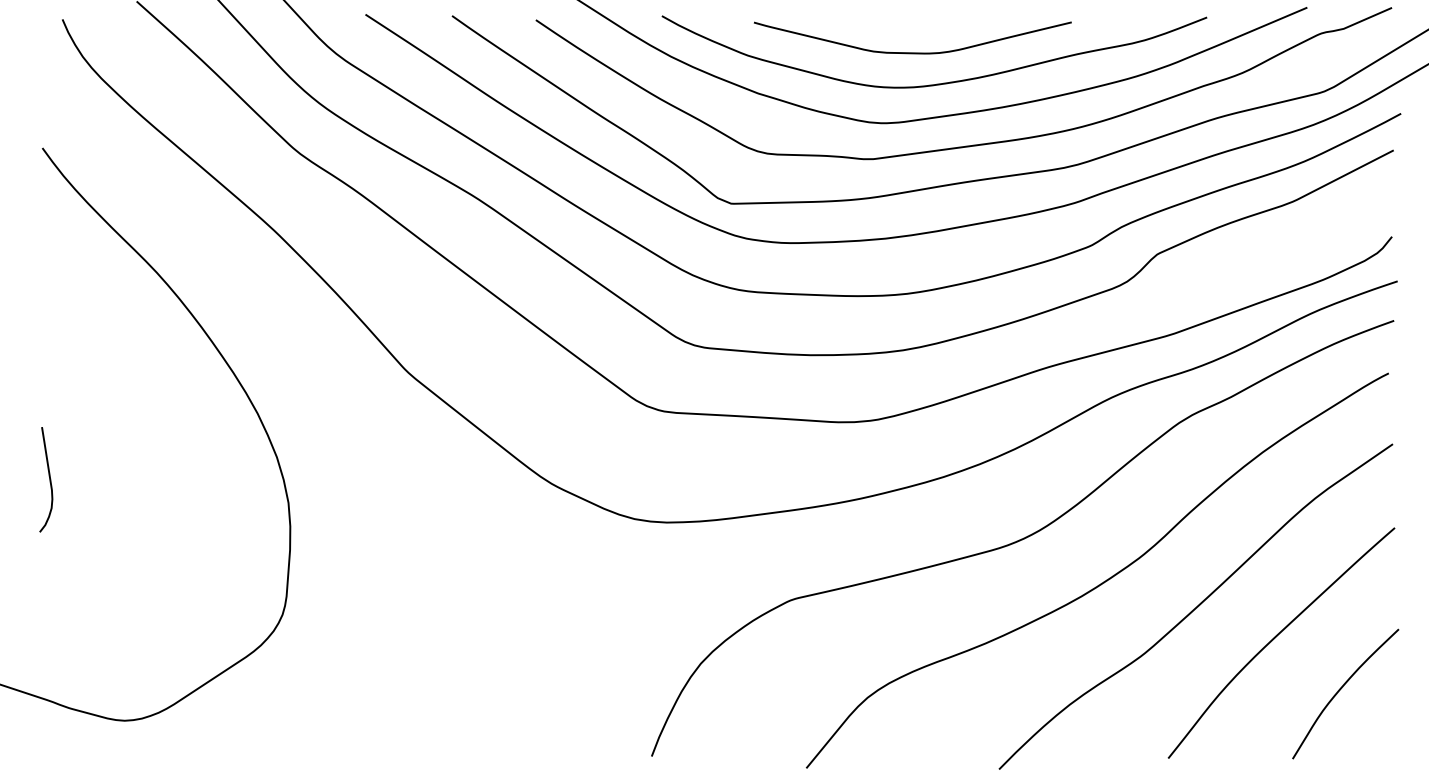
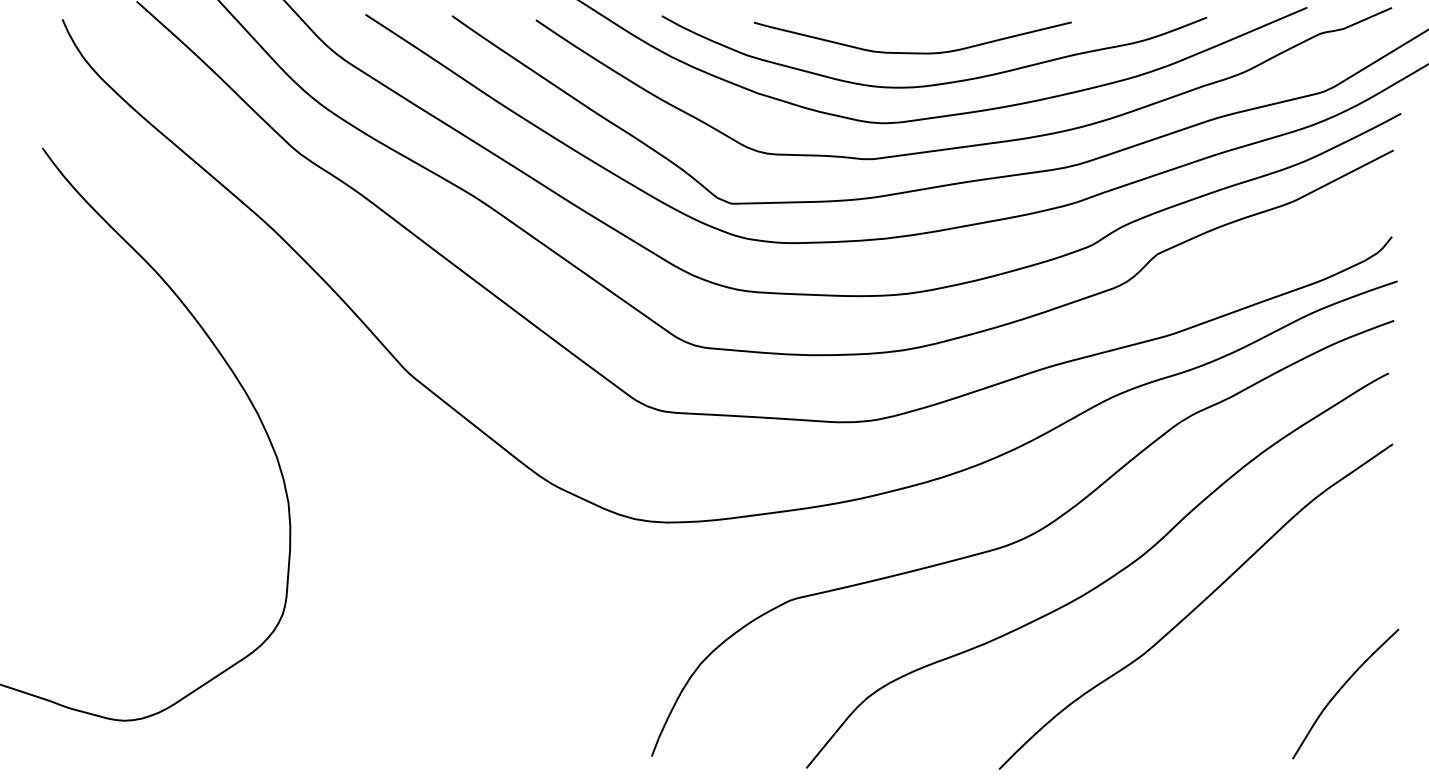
curve at (49, 479): present -> none
curve at (1276, 637): present -> none
